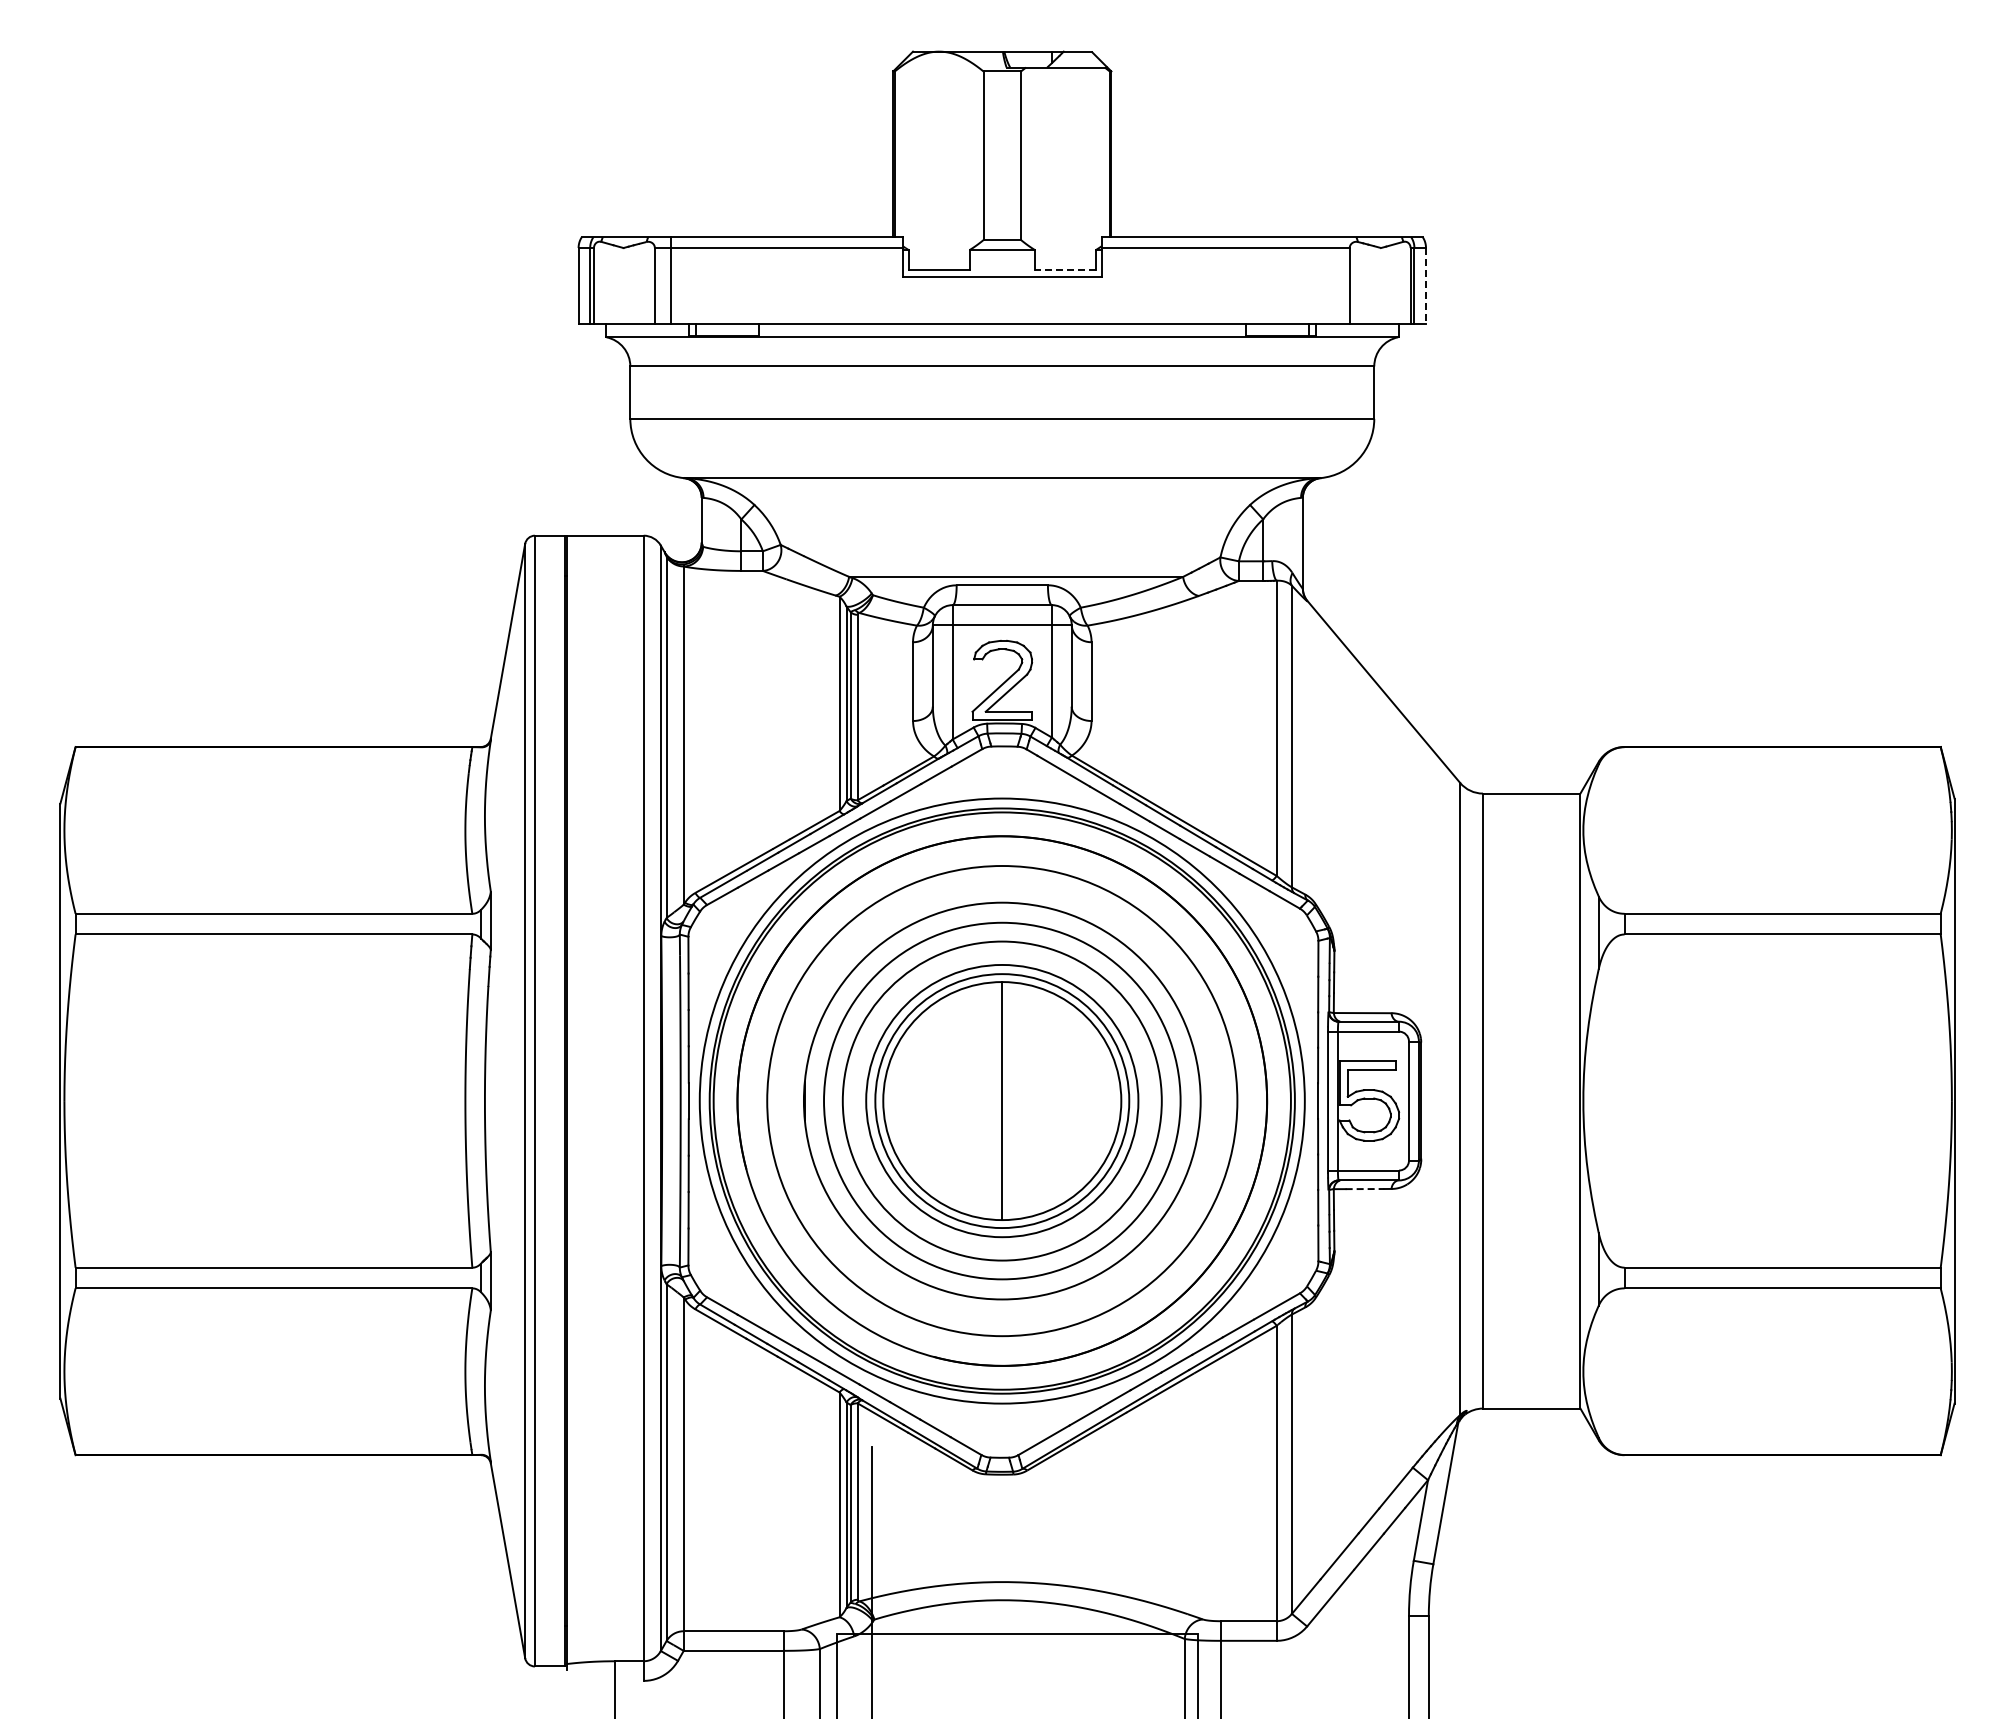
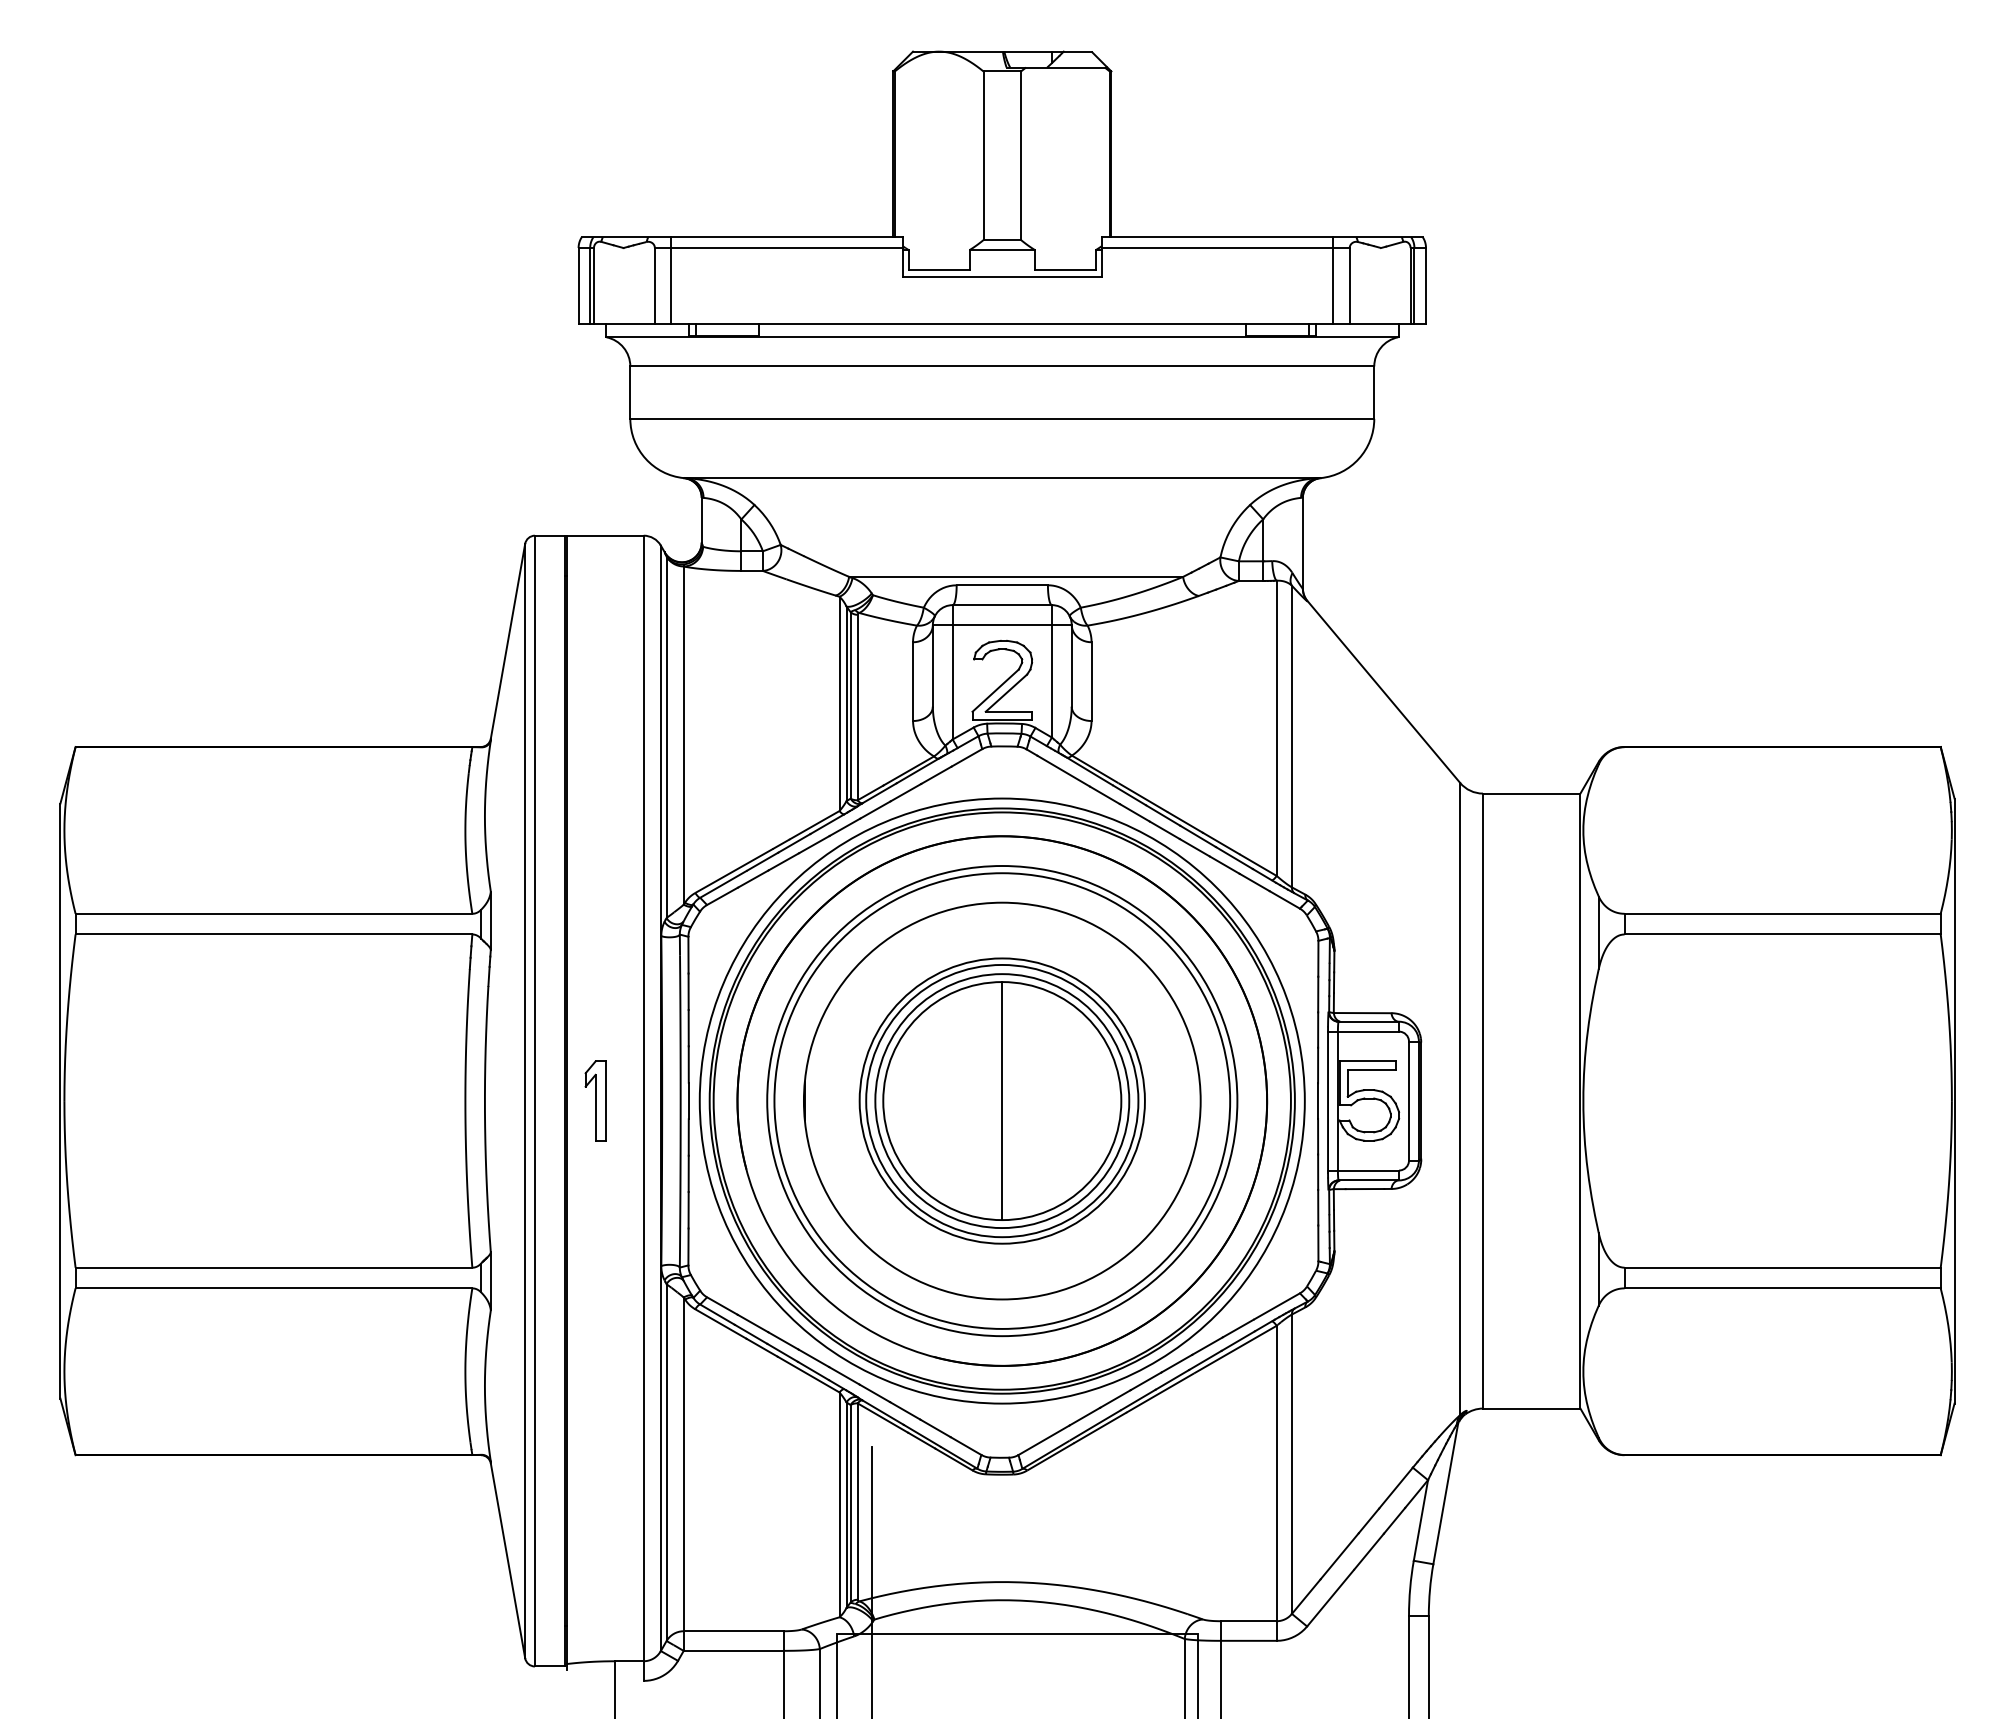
line at (1065, 269): dashed -> solid
line at (1333, 280): none -> present
line at (1426, 286): dashed -> solid
part at (595, 1100): none -> present
circle at (1001, 1100) diameter: 319 px -> 456 px
circle at (1002, 1100) diameter: 357 px -> 285 px
line at (1365, 1189): dashed -> solid
